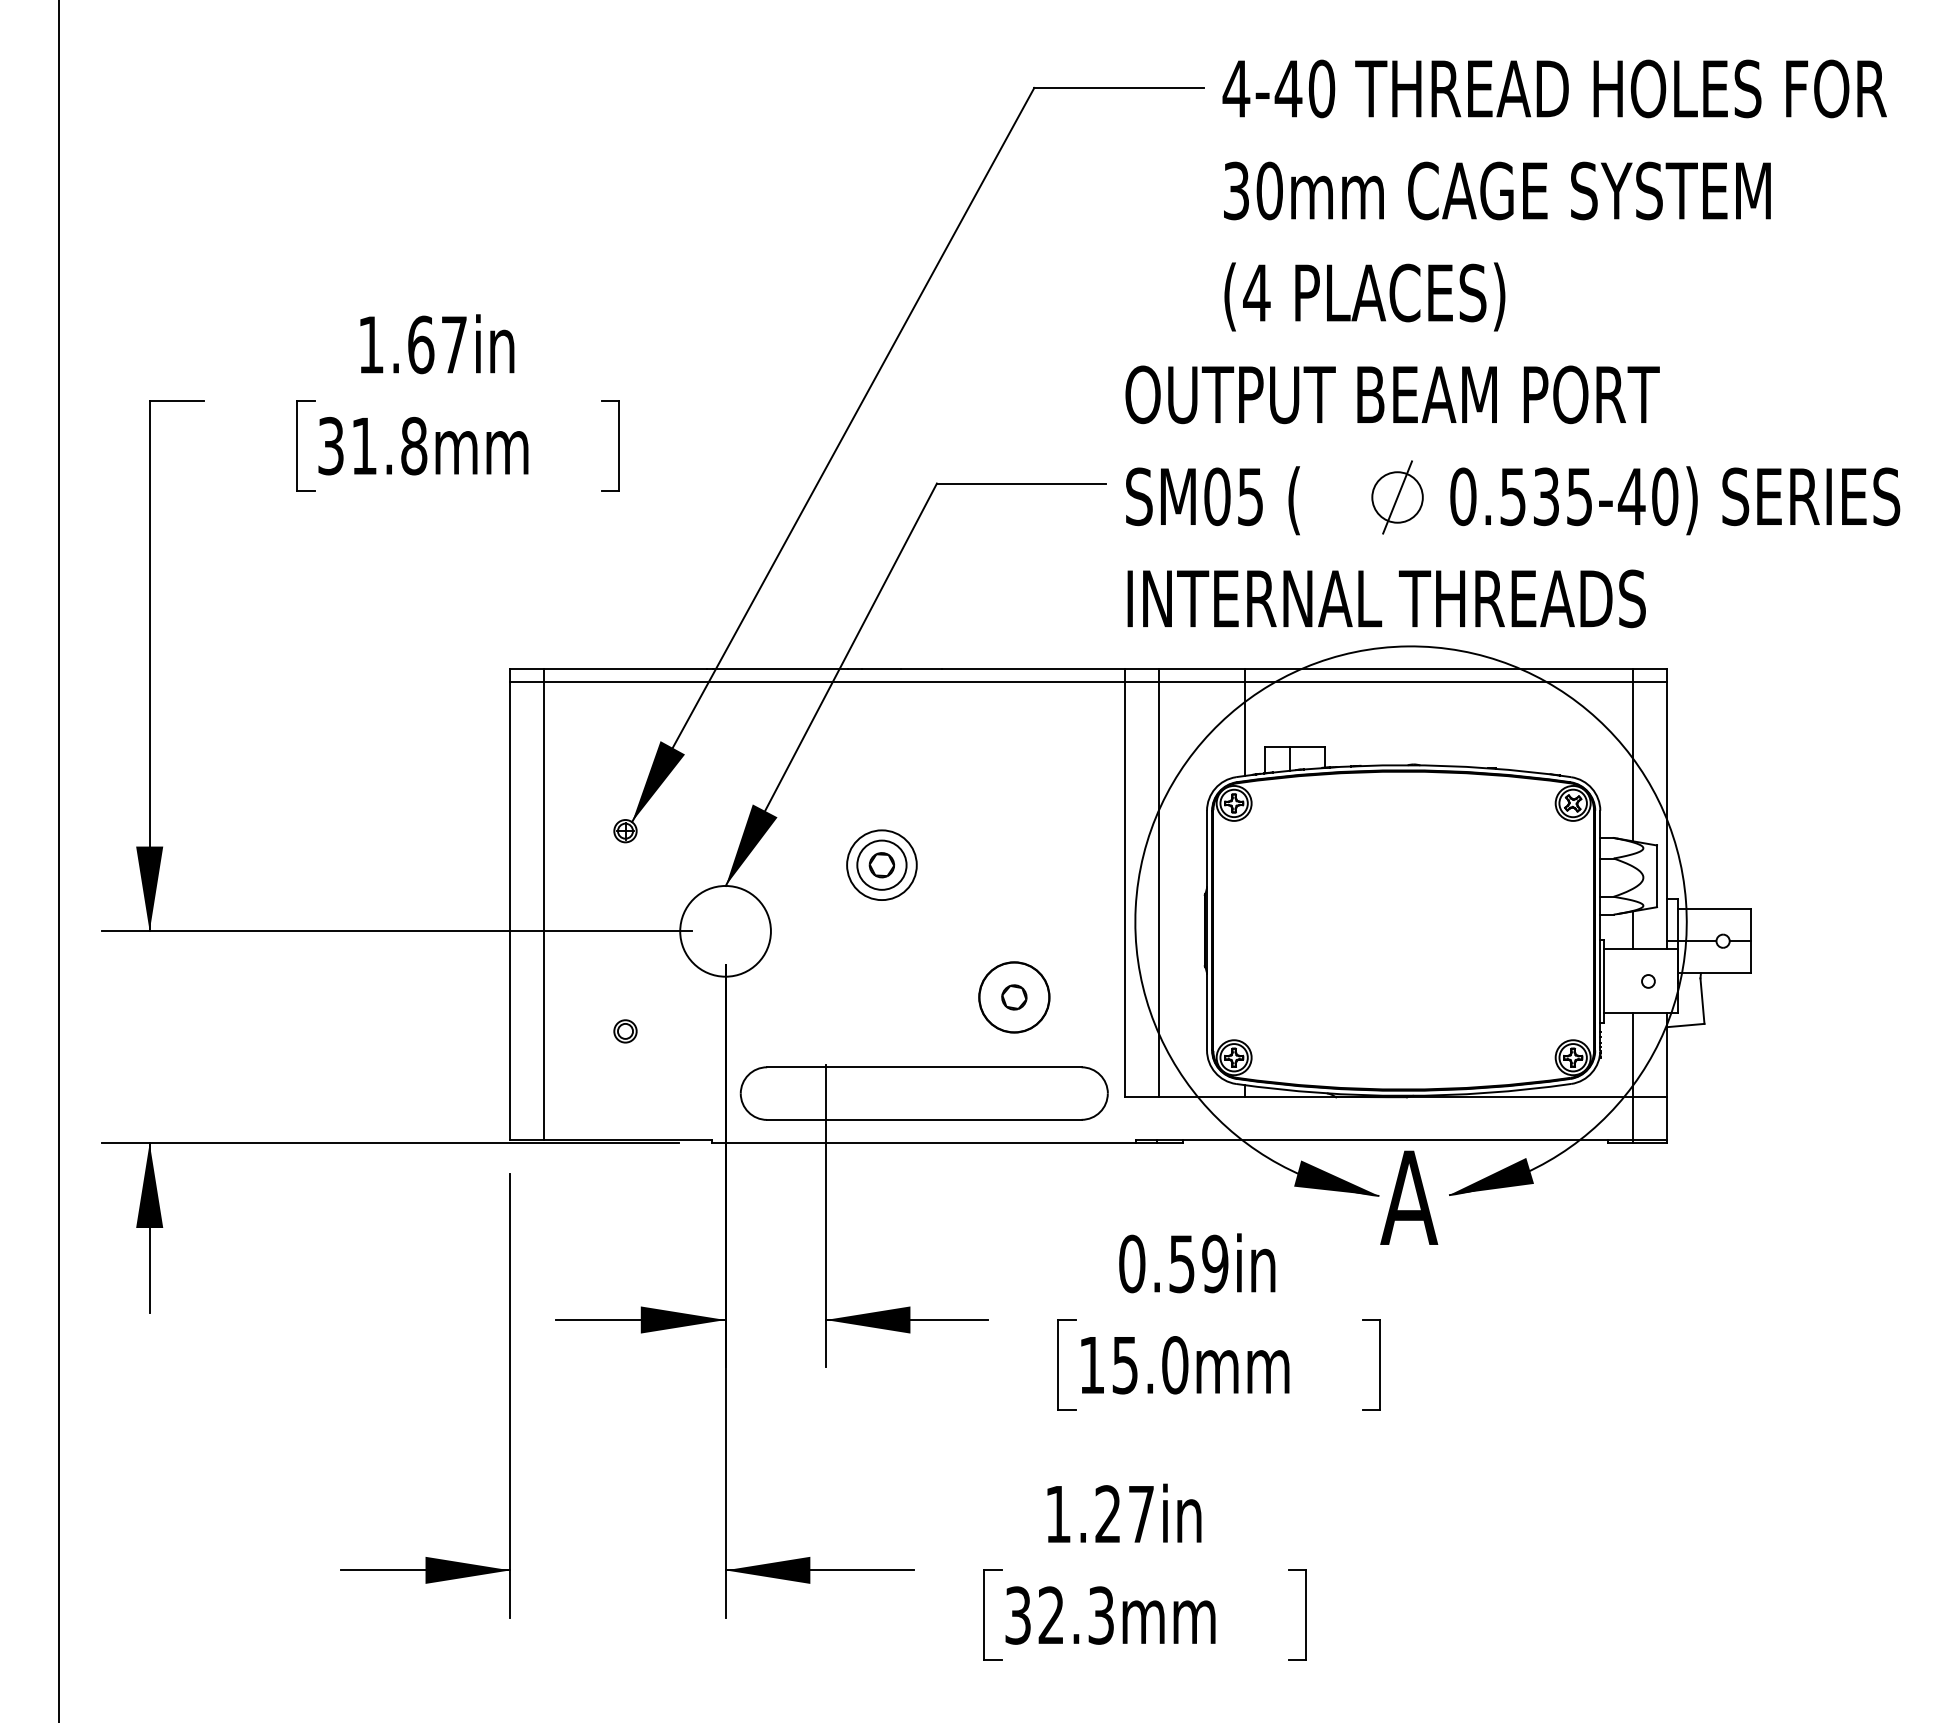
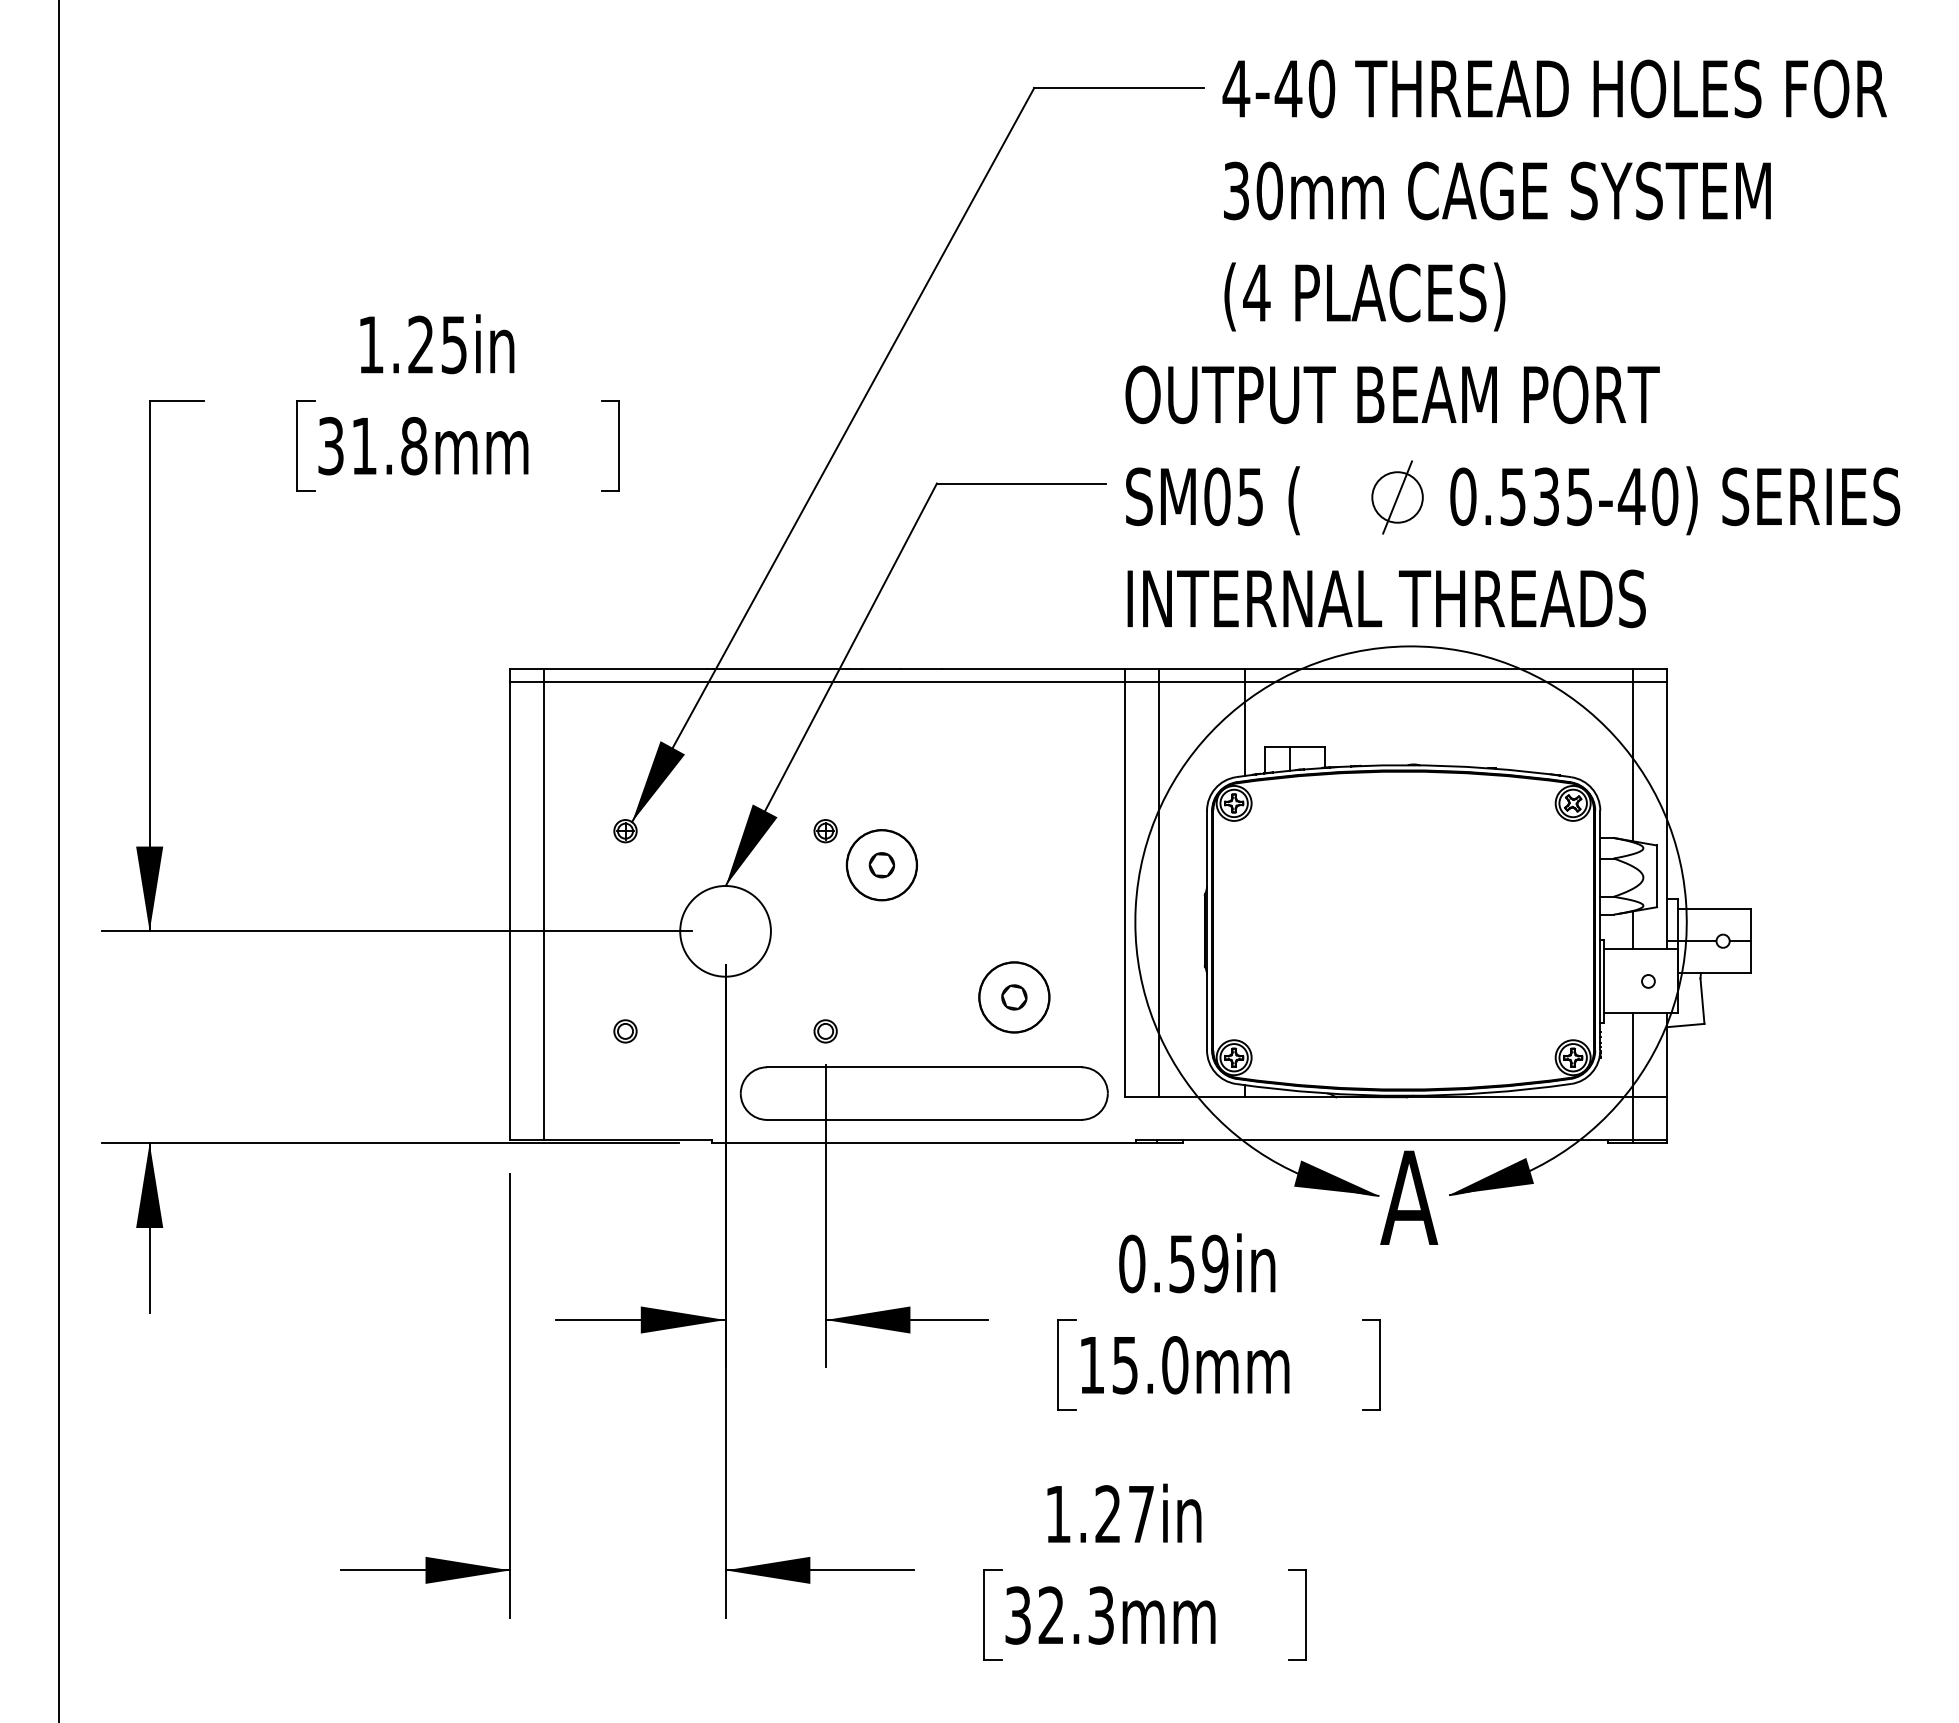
text at (437, 344): 1.67in -> 1.25in
part at (825, 831): none -> present
circle at (881, 864) diameter: 49 px -> 70 px
part at (825, 1031): none -> present
